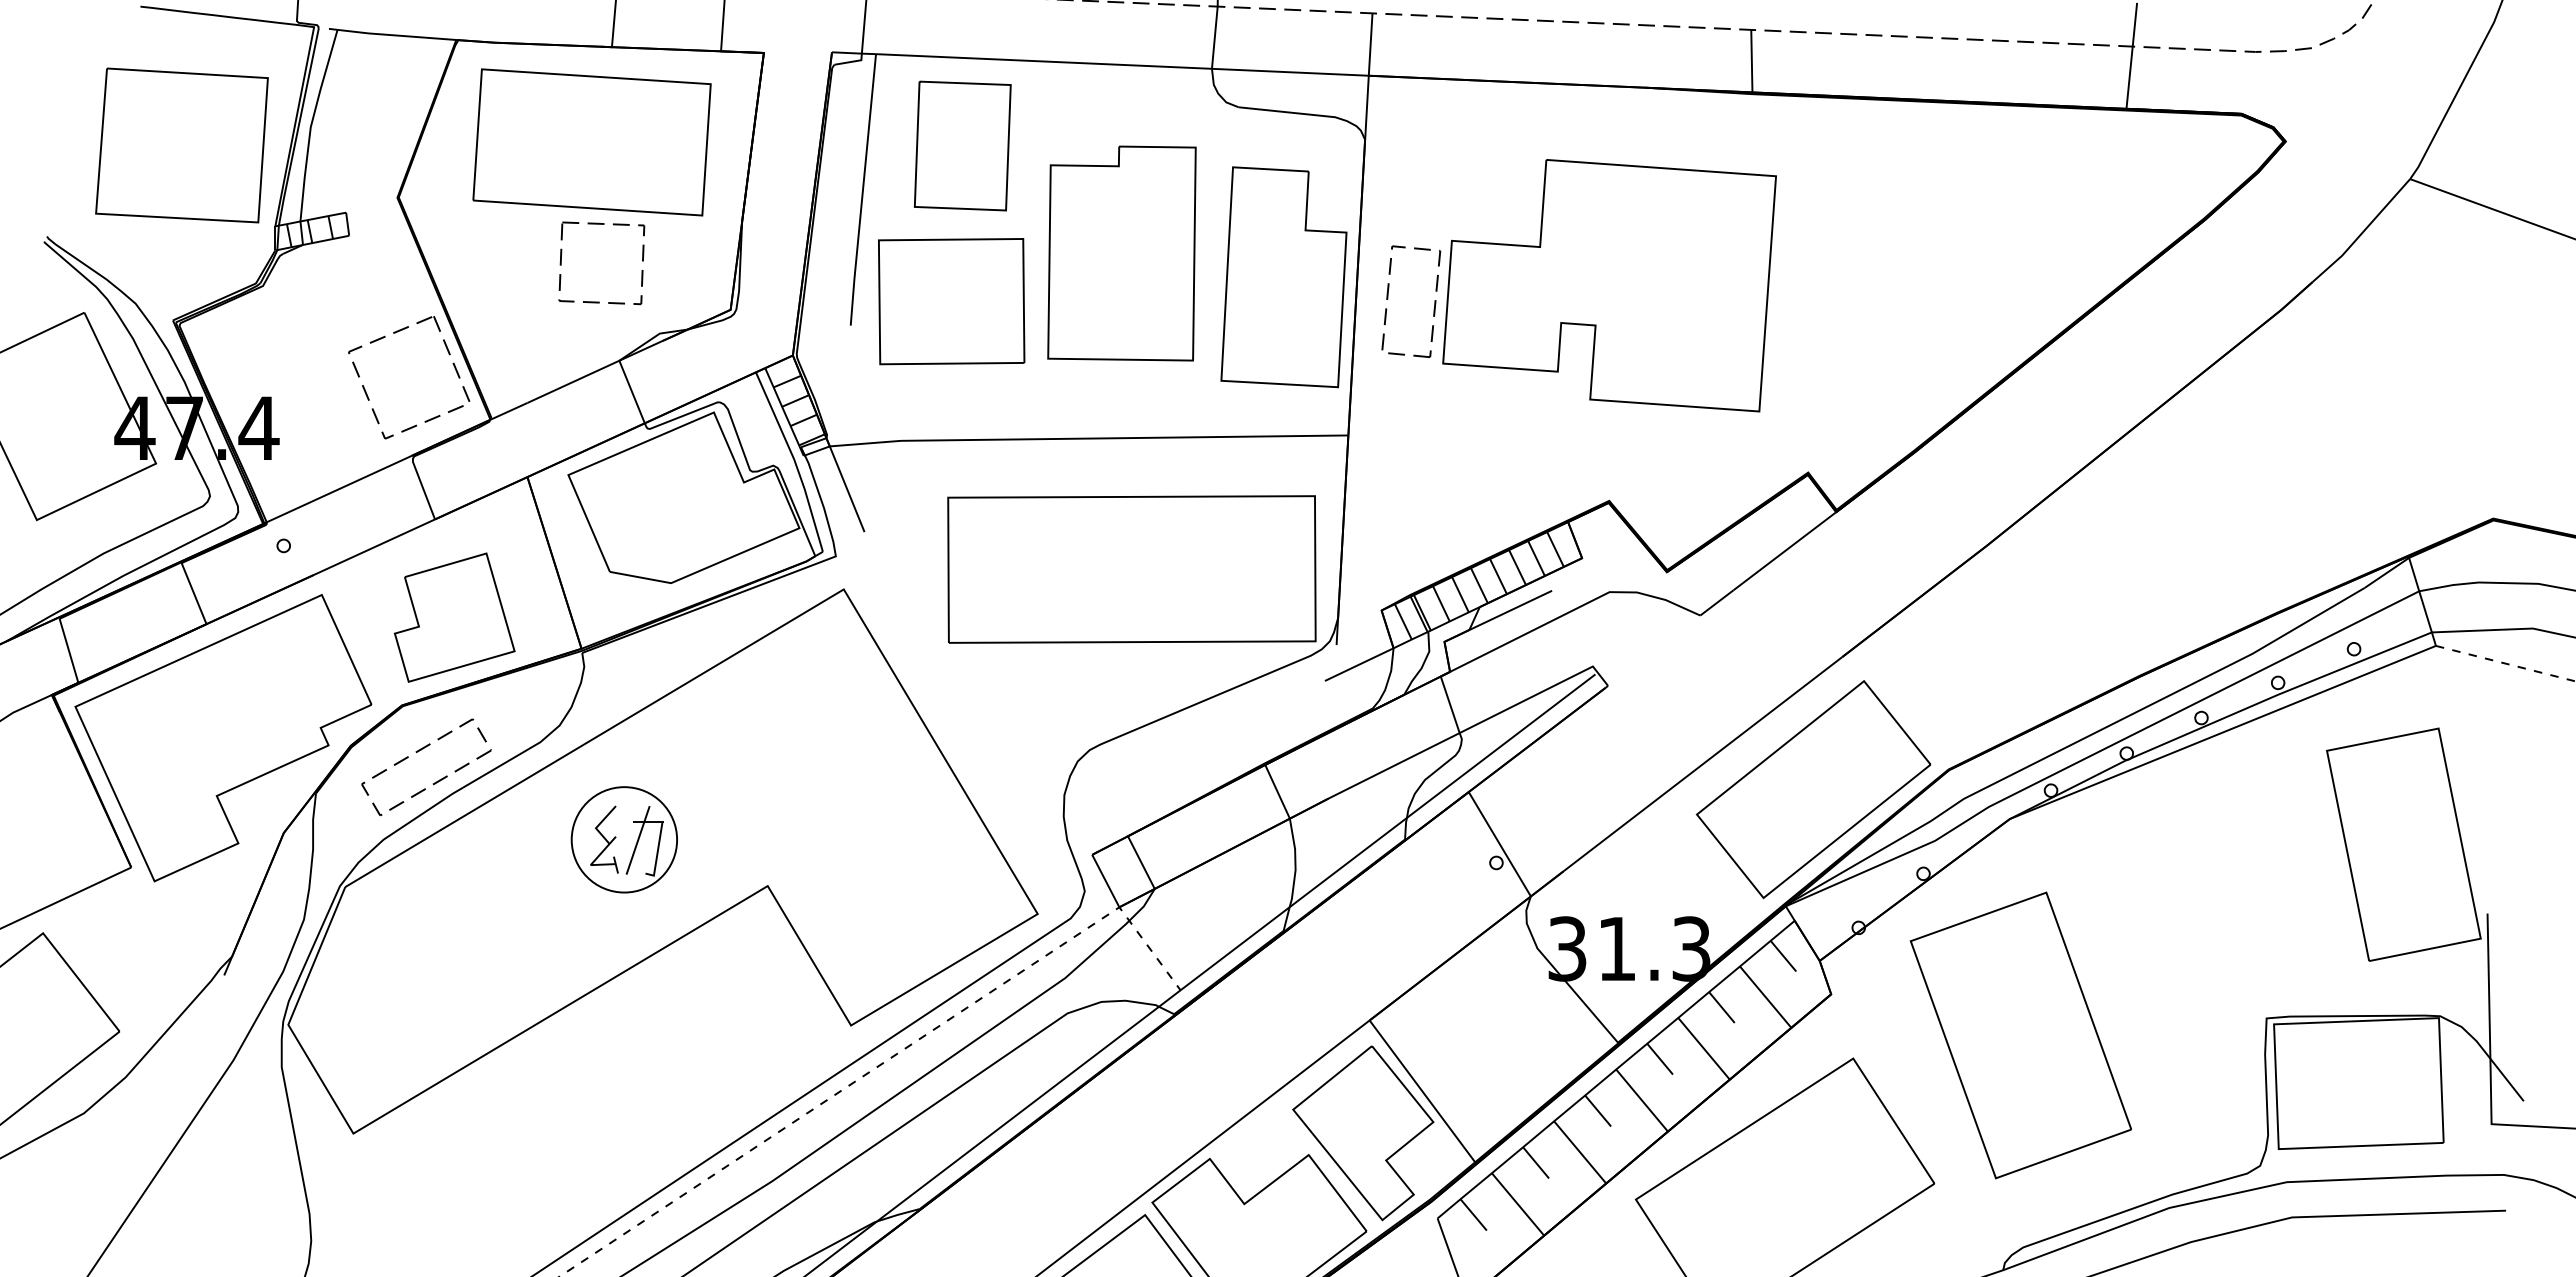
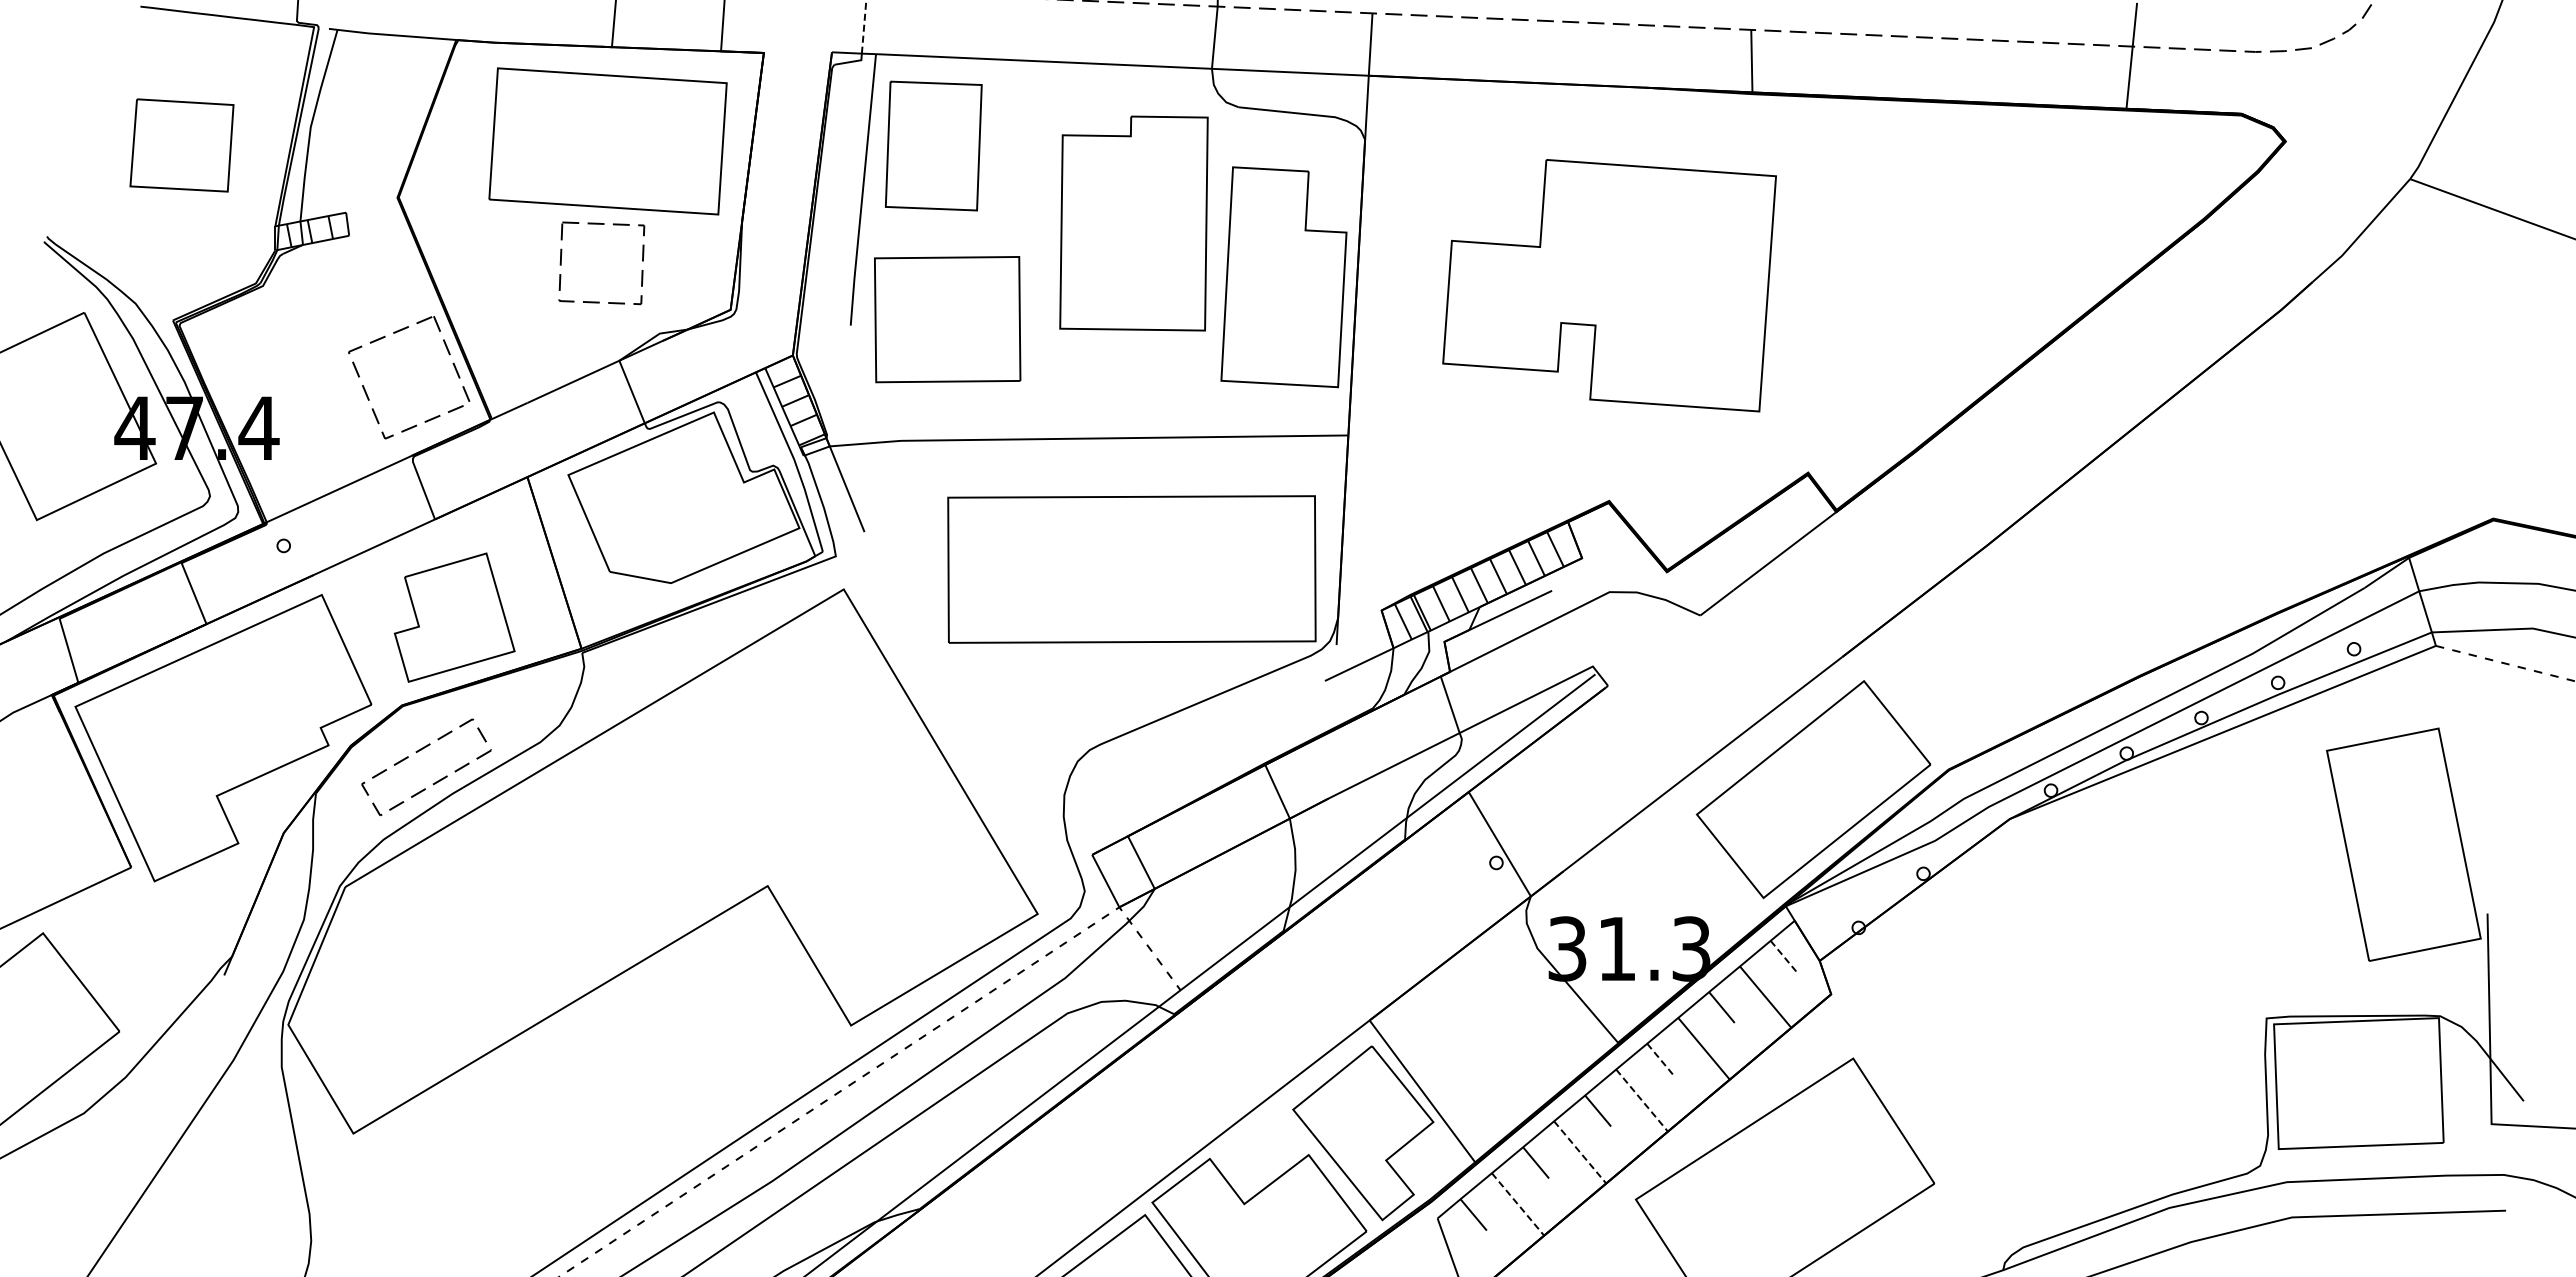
line at (864, 26): solid -> dashed
part at (591, 142) position: (591, 142) -> (607, 141)
part at (181, 145) size: 174x157 px -> 106x95 px
part at (962, 145) position: (962, 145) -> (933, 145)
part at (1121, 253) position: (1121, 253) -> (1133, 223)
part at (951, 301) position: (951, 301) -> (947, 319)
part at (1434, 301): present -> none
part at (623, 839): present -> none
line at (1783, 956): solid -> dashed
part at (2020, 1035): present -> none
line at (1660, 1059): solid -> dashed
line at (1642, 1100): solid -> dashed
line at (1580, 1152): solid -> dashed
line at (1518, 1204): solid -> dashed
